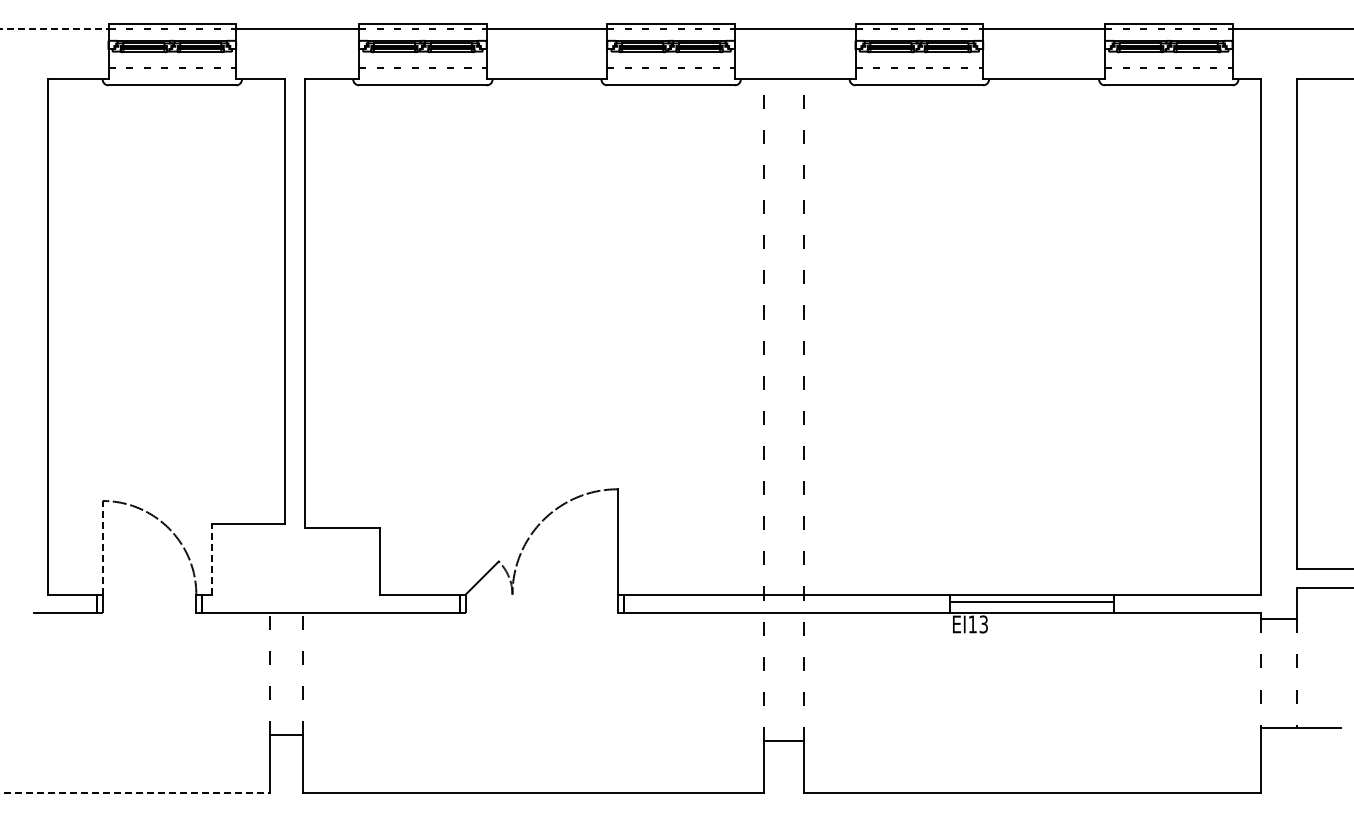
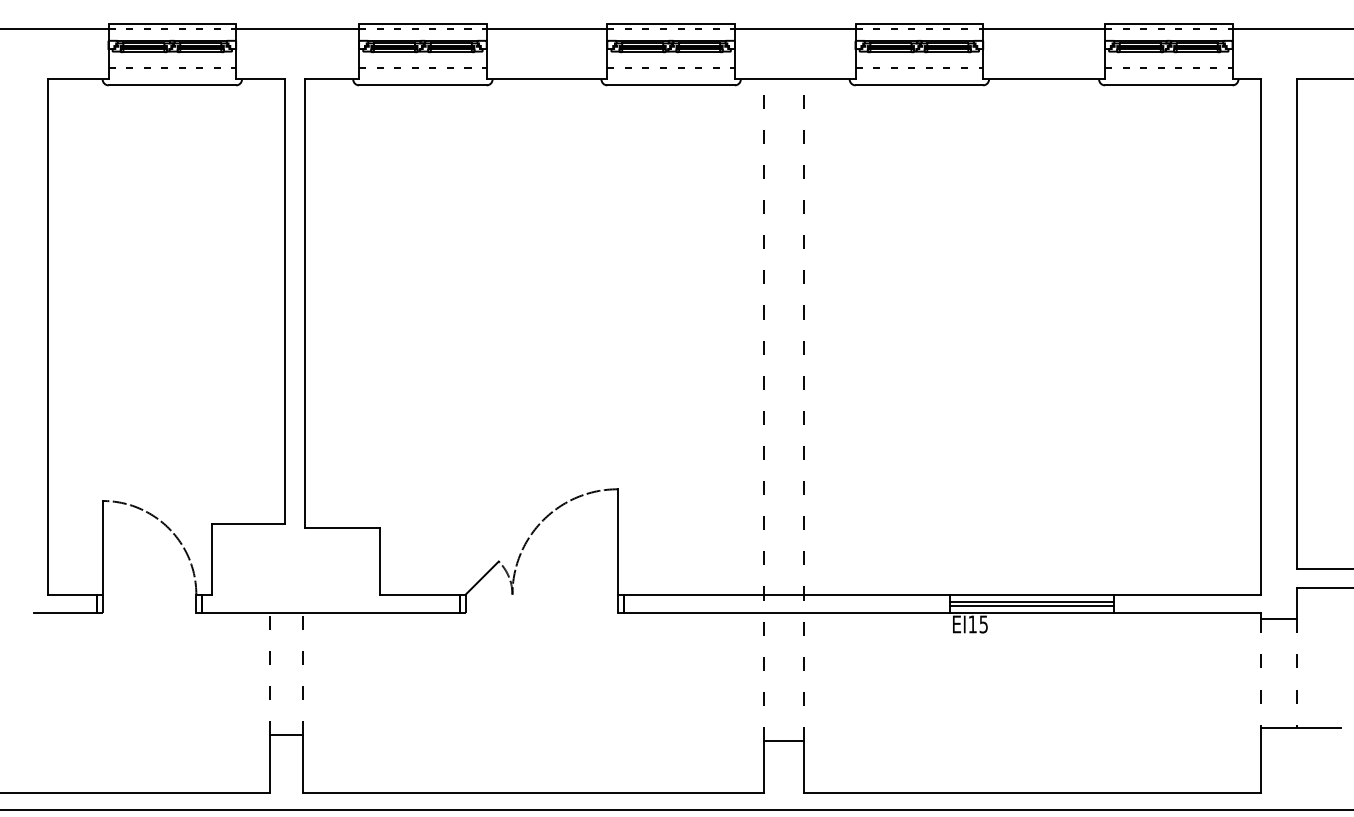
line at (54, 29): dashed -> solid
line at (102, 547): dashed -> solid
line at (211, 559): dashed -> solid
line at (1032, 606): none -> present
text at (983, 623): EI13 -> EI15
line at (135, 792): dashed -> solid
line at (676, 809): none -> present
